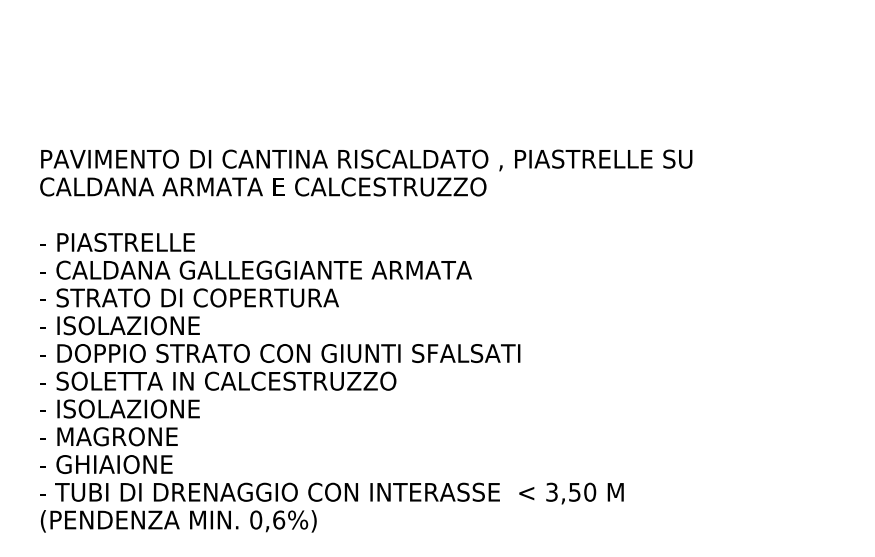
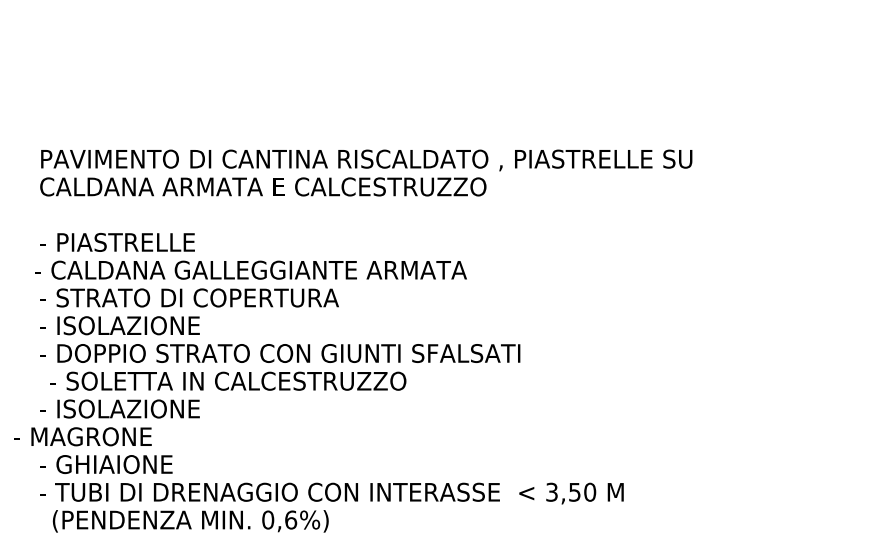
text at (255, 269) position: (255, 269) -> (250, 269)
text at (218, 380) position: (218, 380) -> (228, 380)
text at (108, 436) position: (108, 436) -> (82, 436)
text at (178, 521) position: (178, 521) -> (190, 521)
